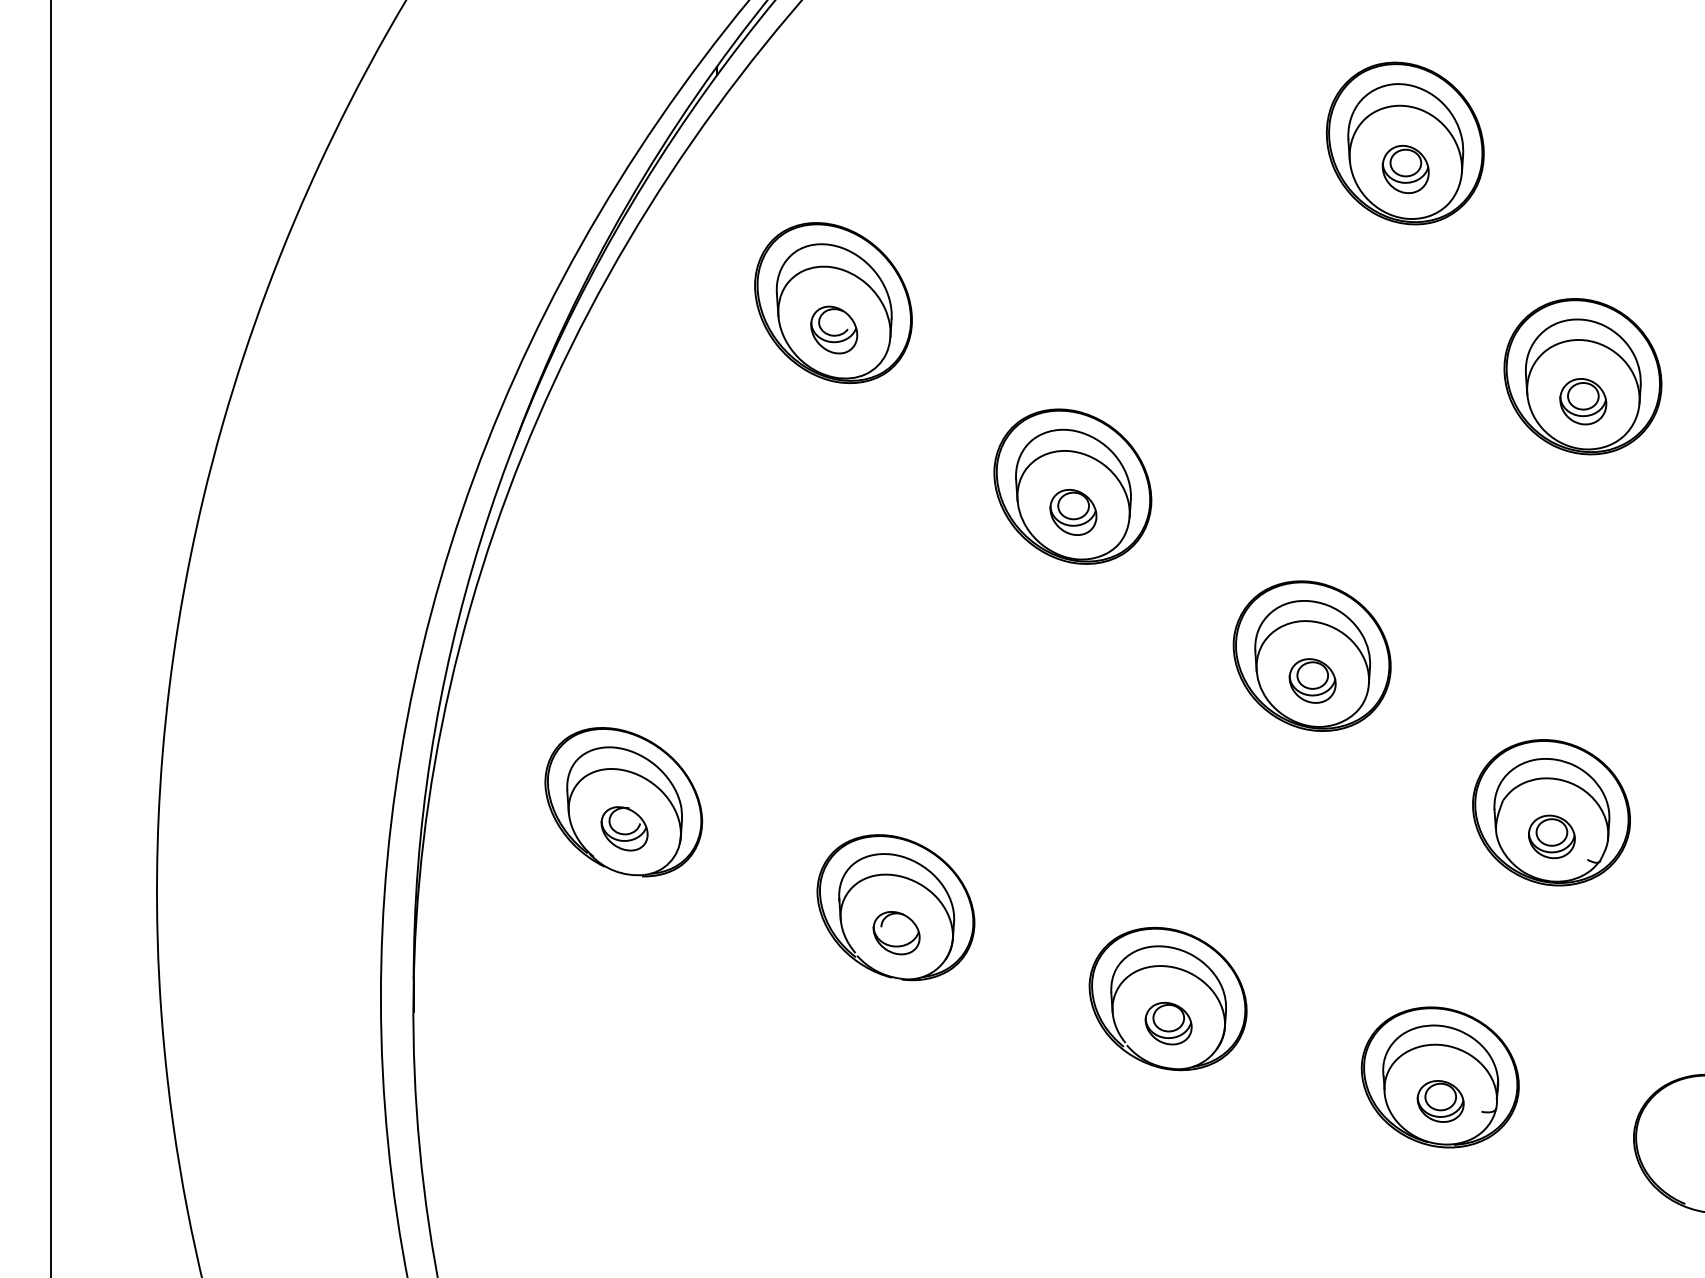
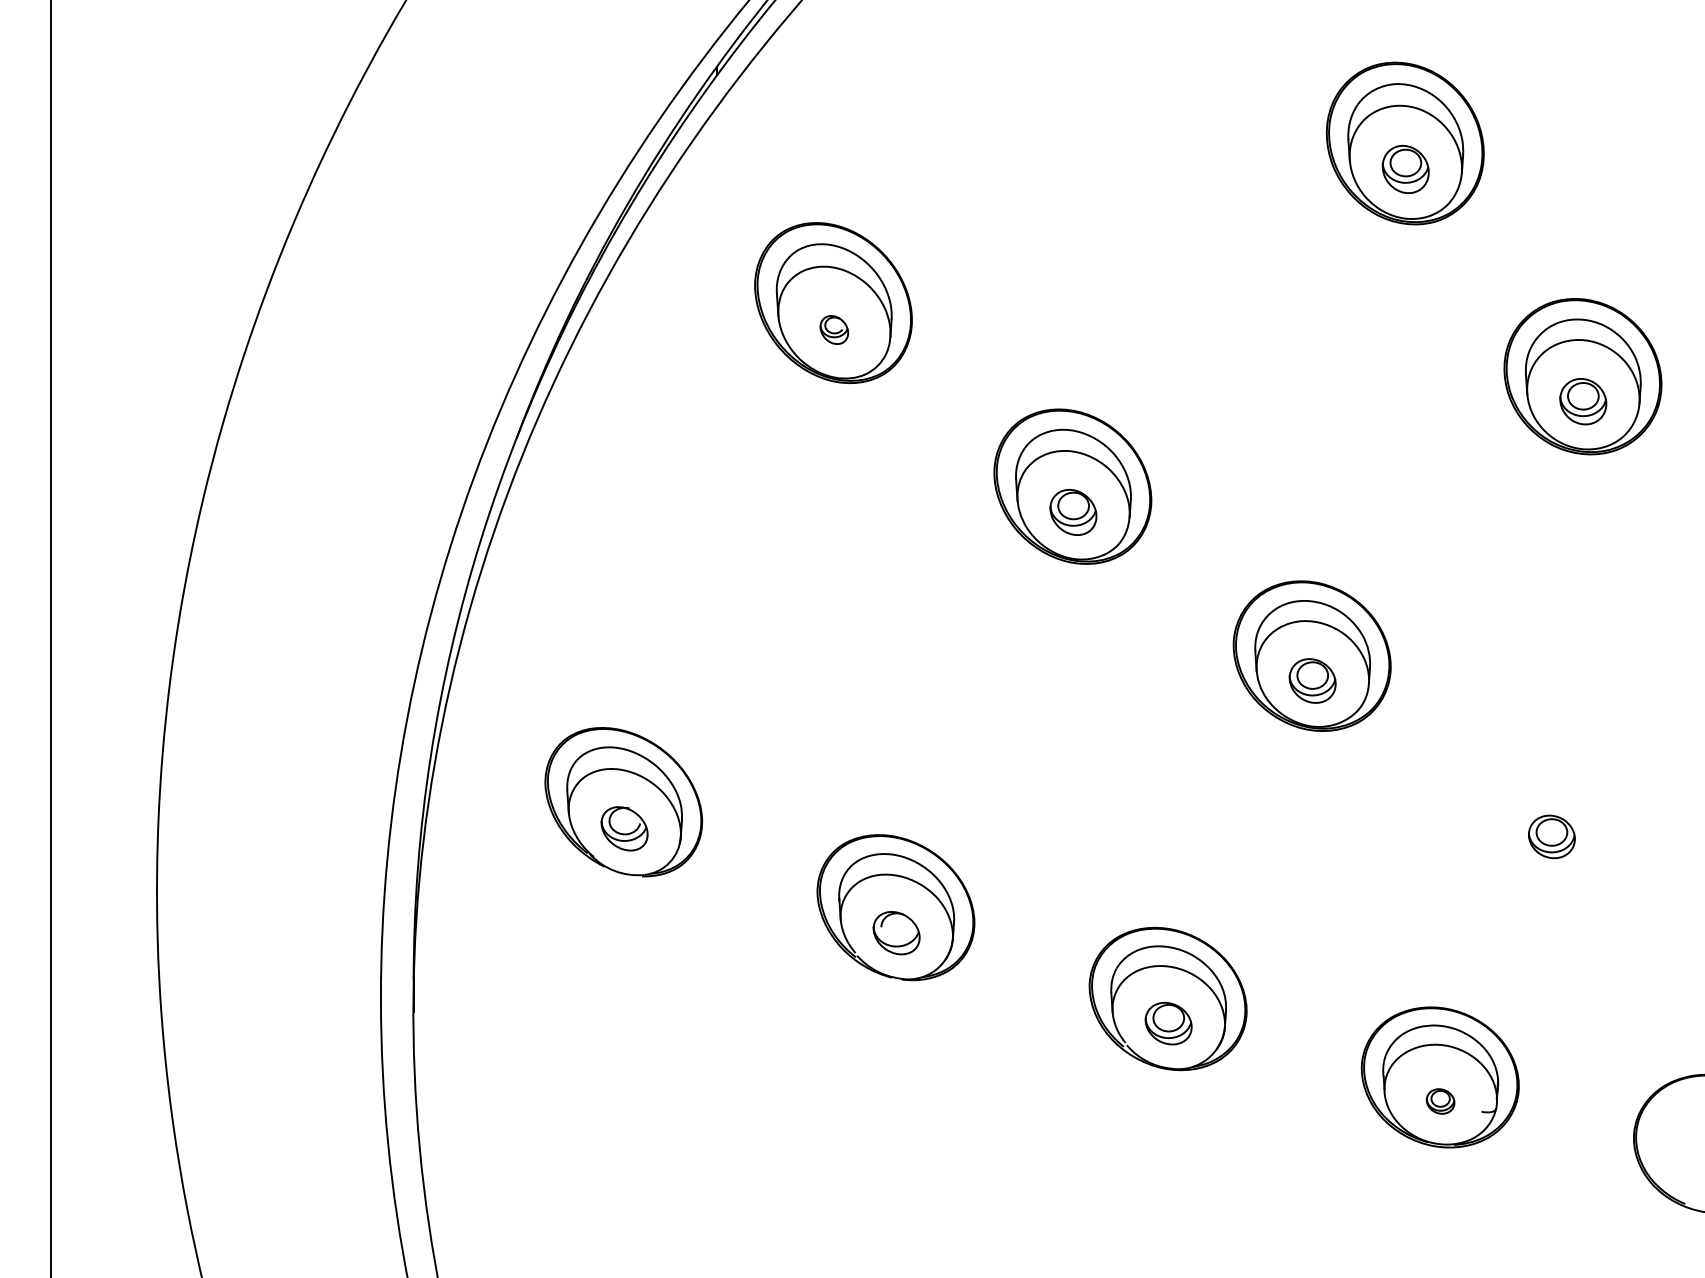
part at (834, 329) size: 49x50 px -> 30x30 px
part at (1551, 812): present -> none
part at (1440, 1101) size: 49x43 px -> 31x27 px
